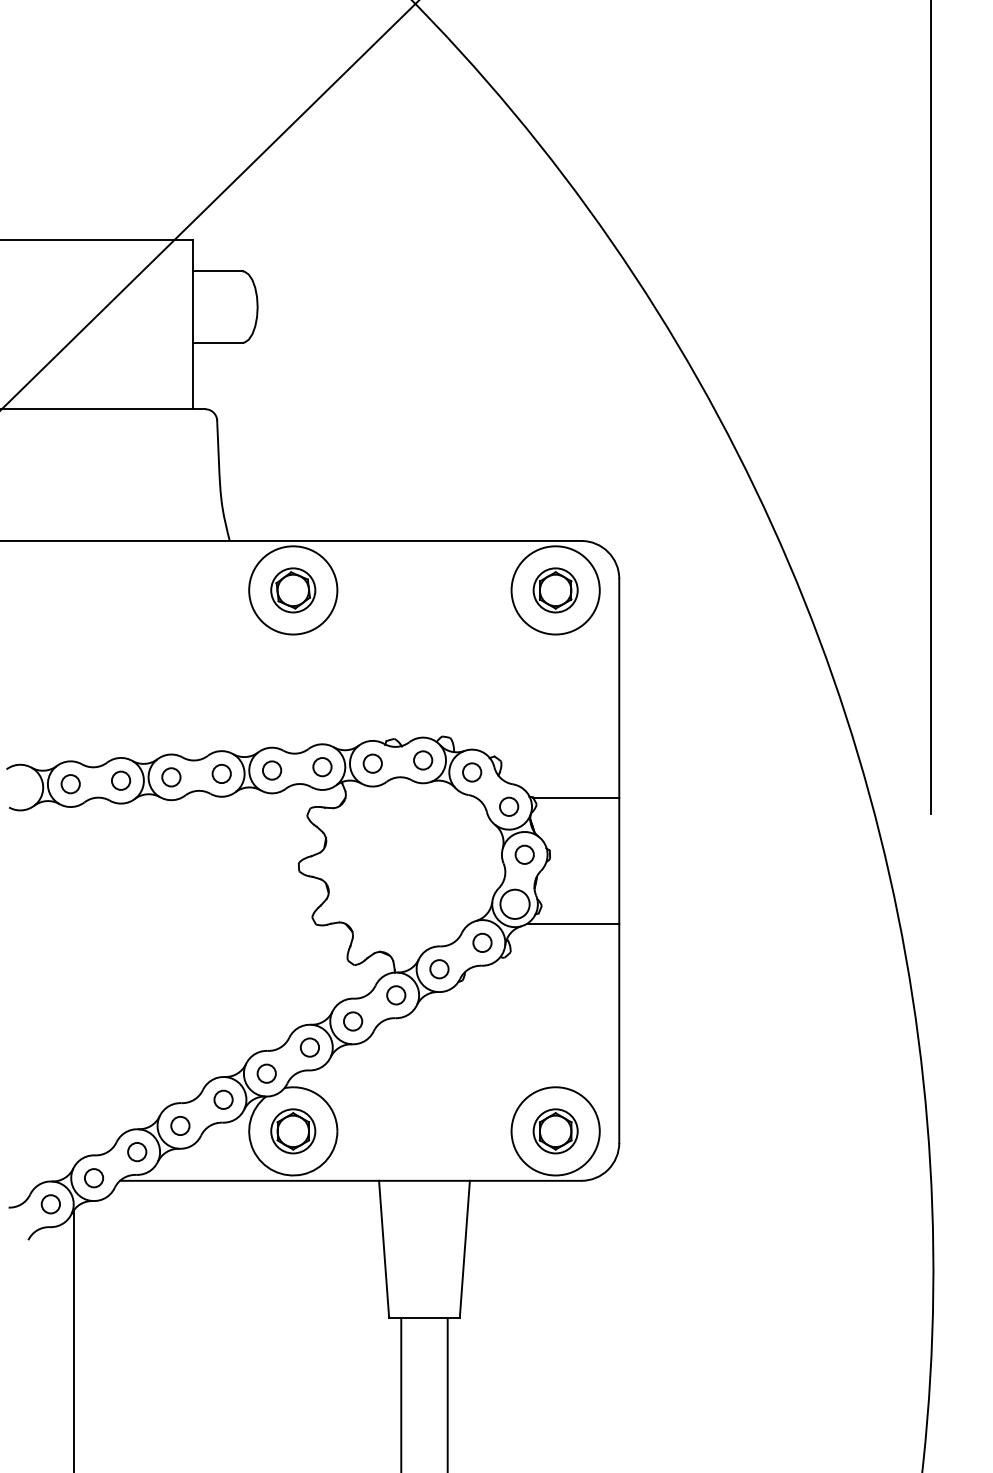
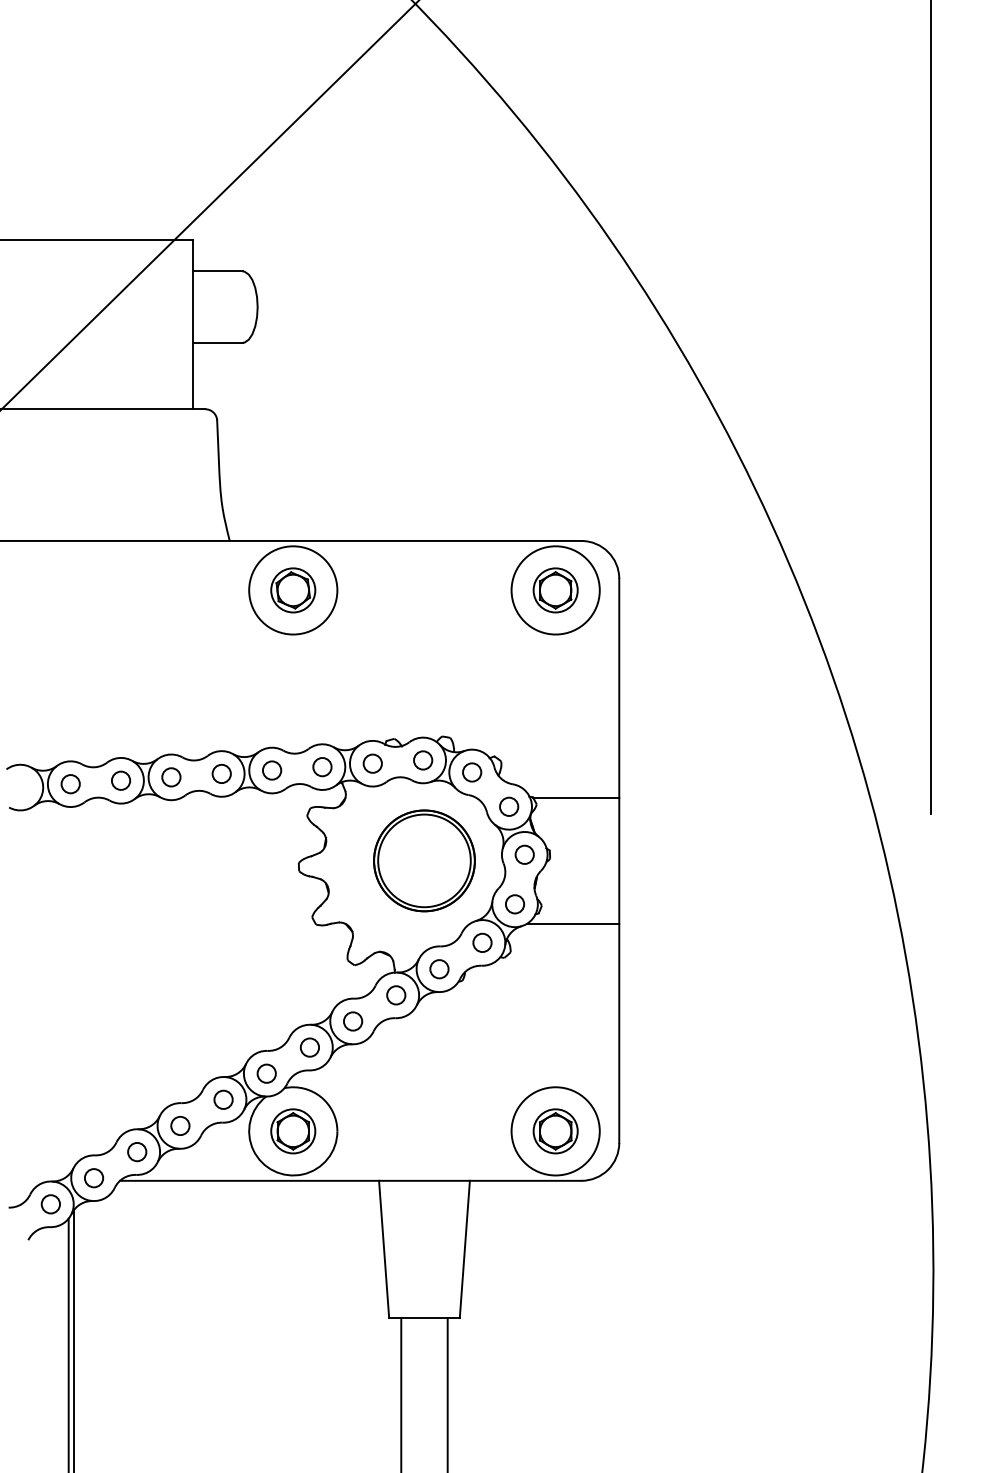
part at (424, 860): none -> present
circle at (514, 903) diameter: 29 px -> 18 px
line at (68, 1343): none -> present
